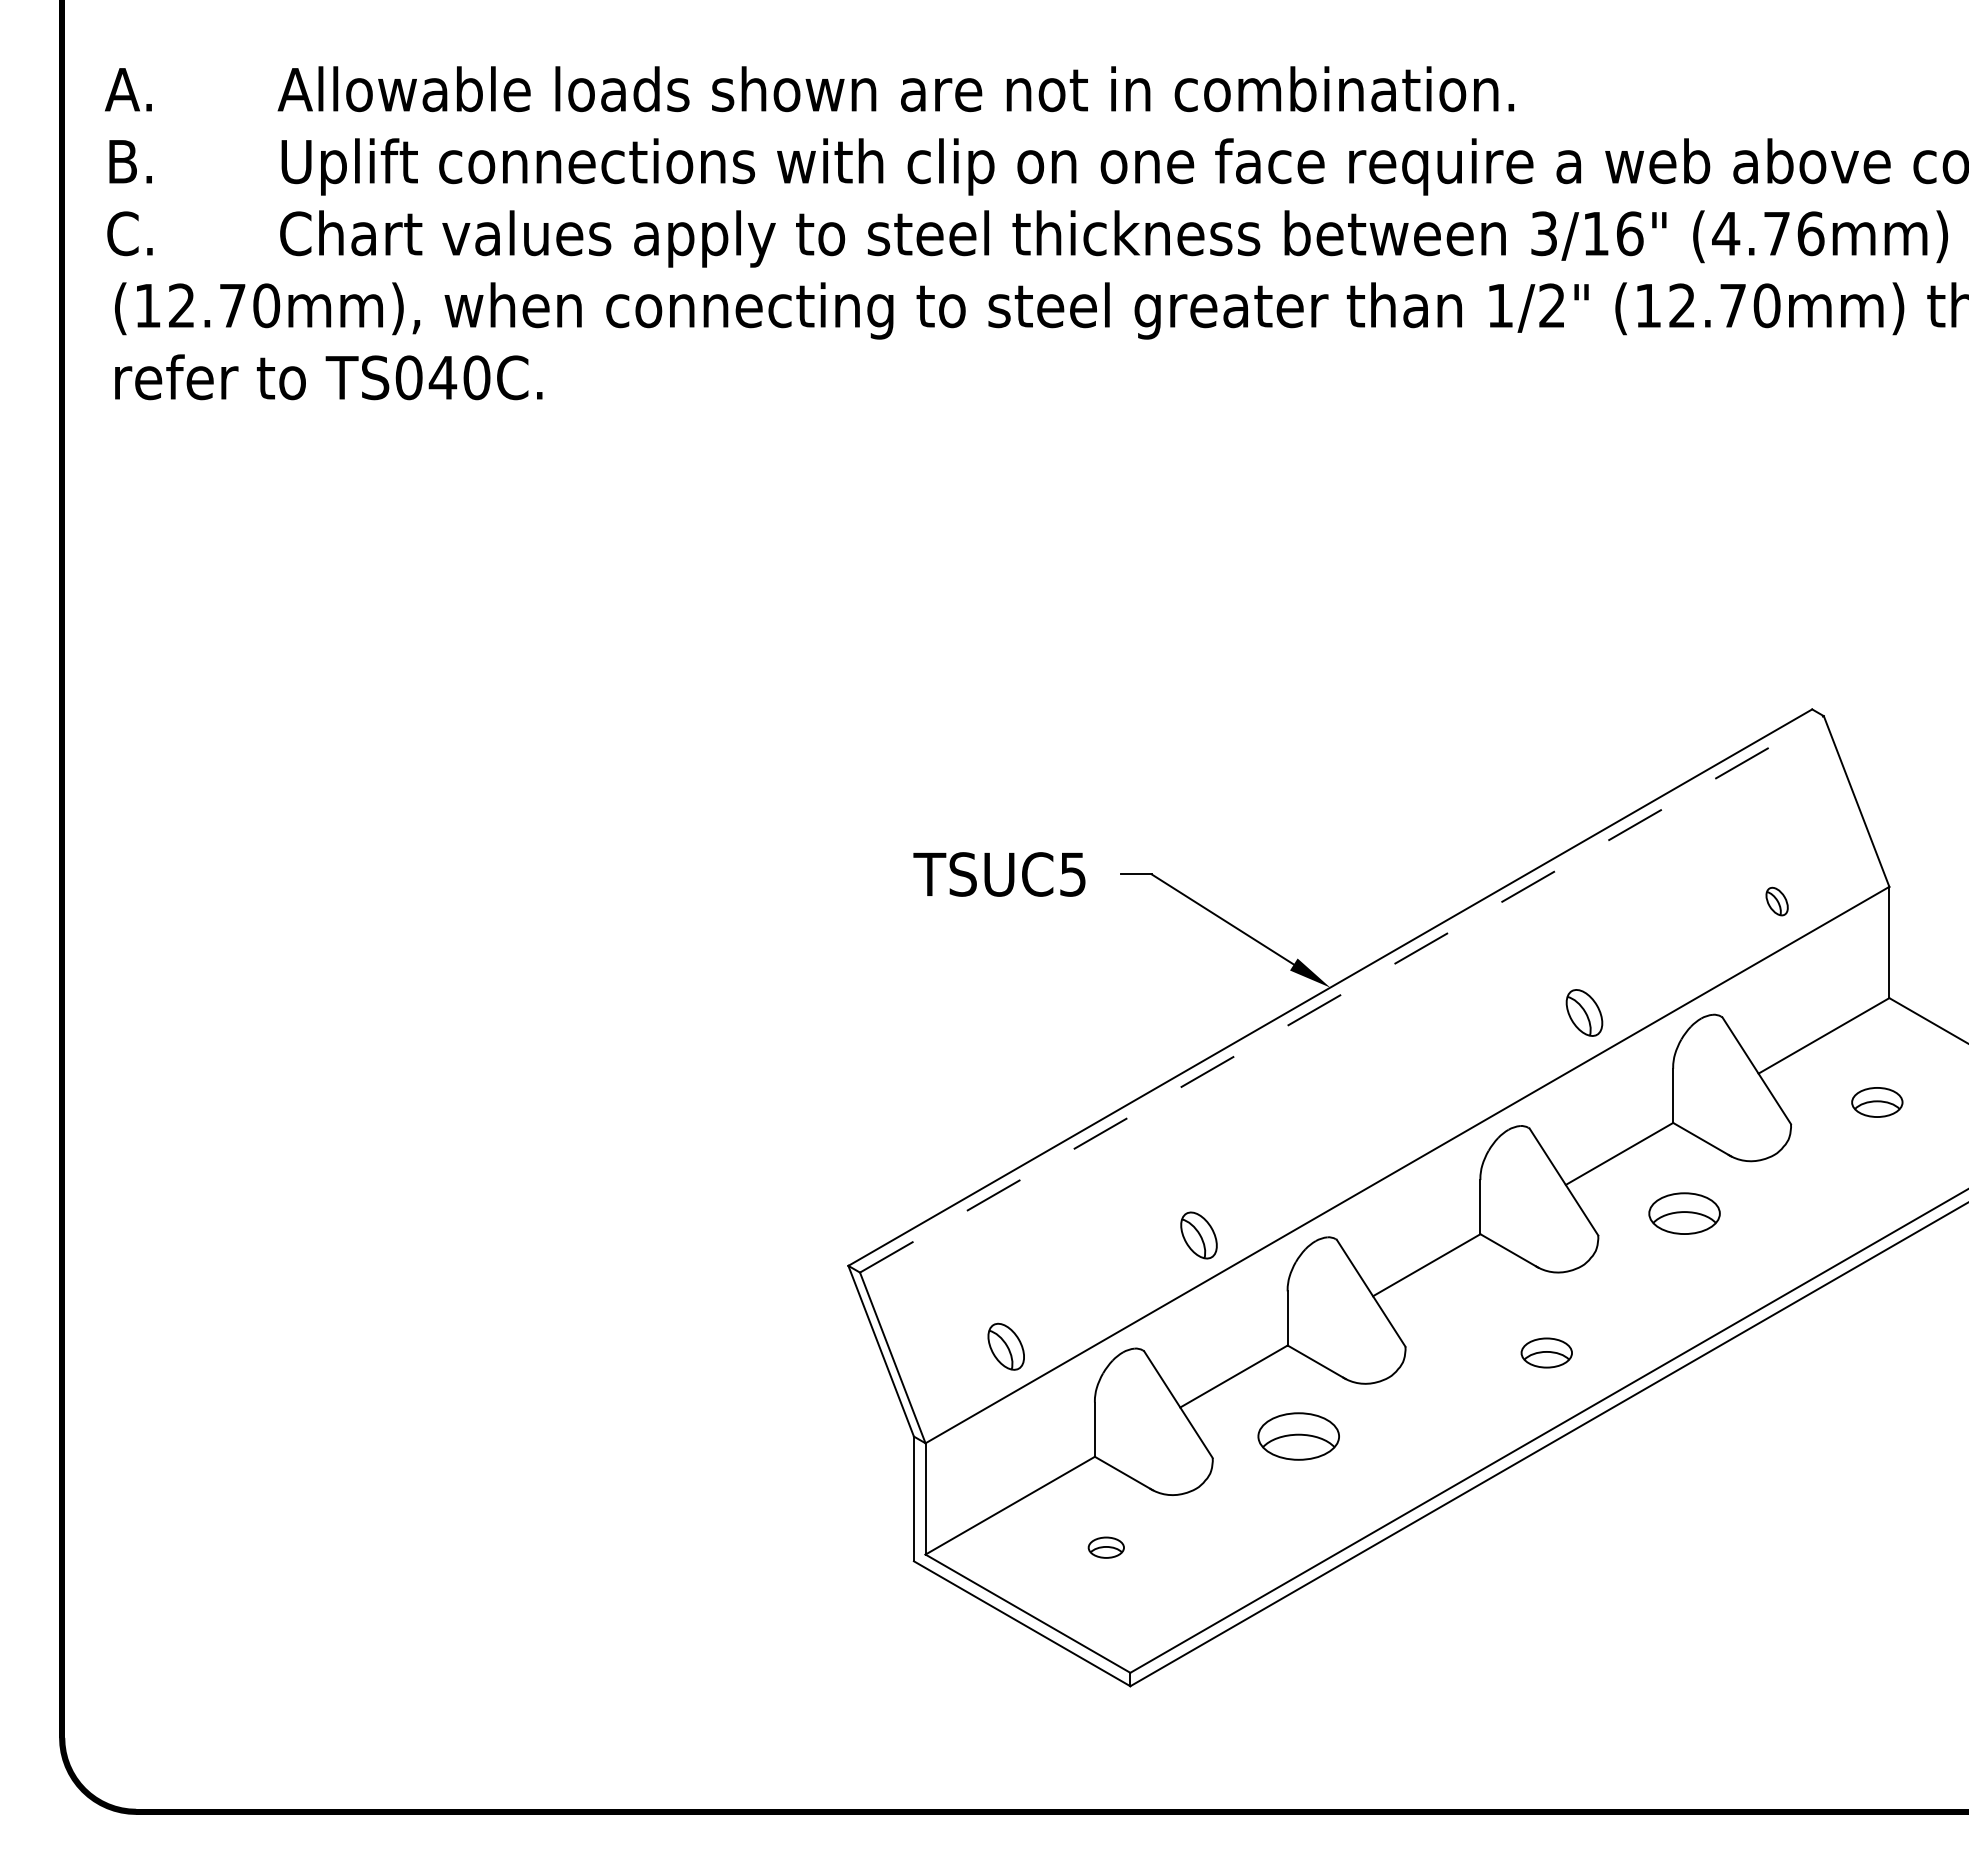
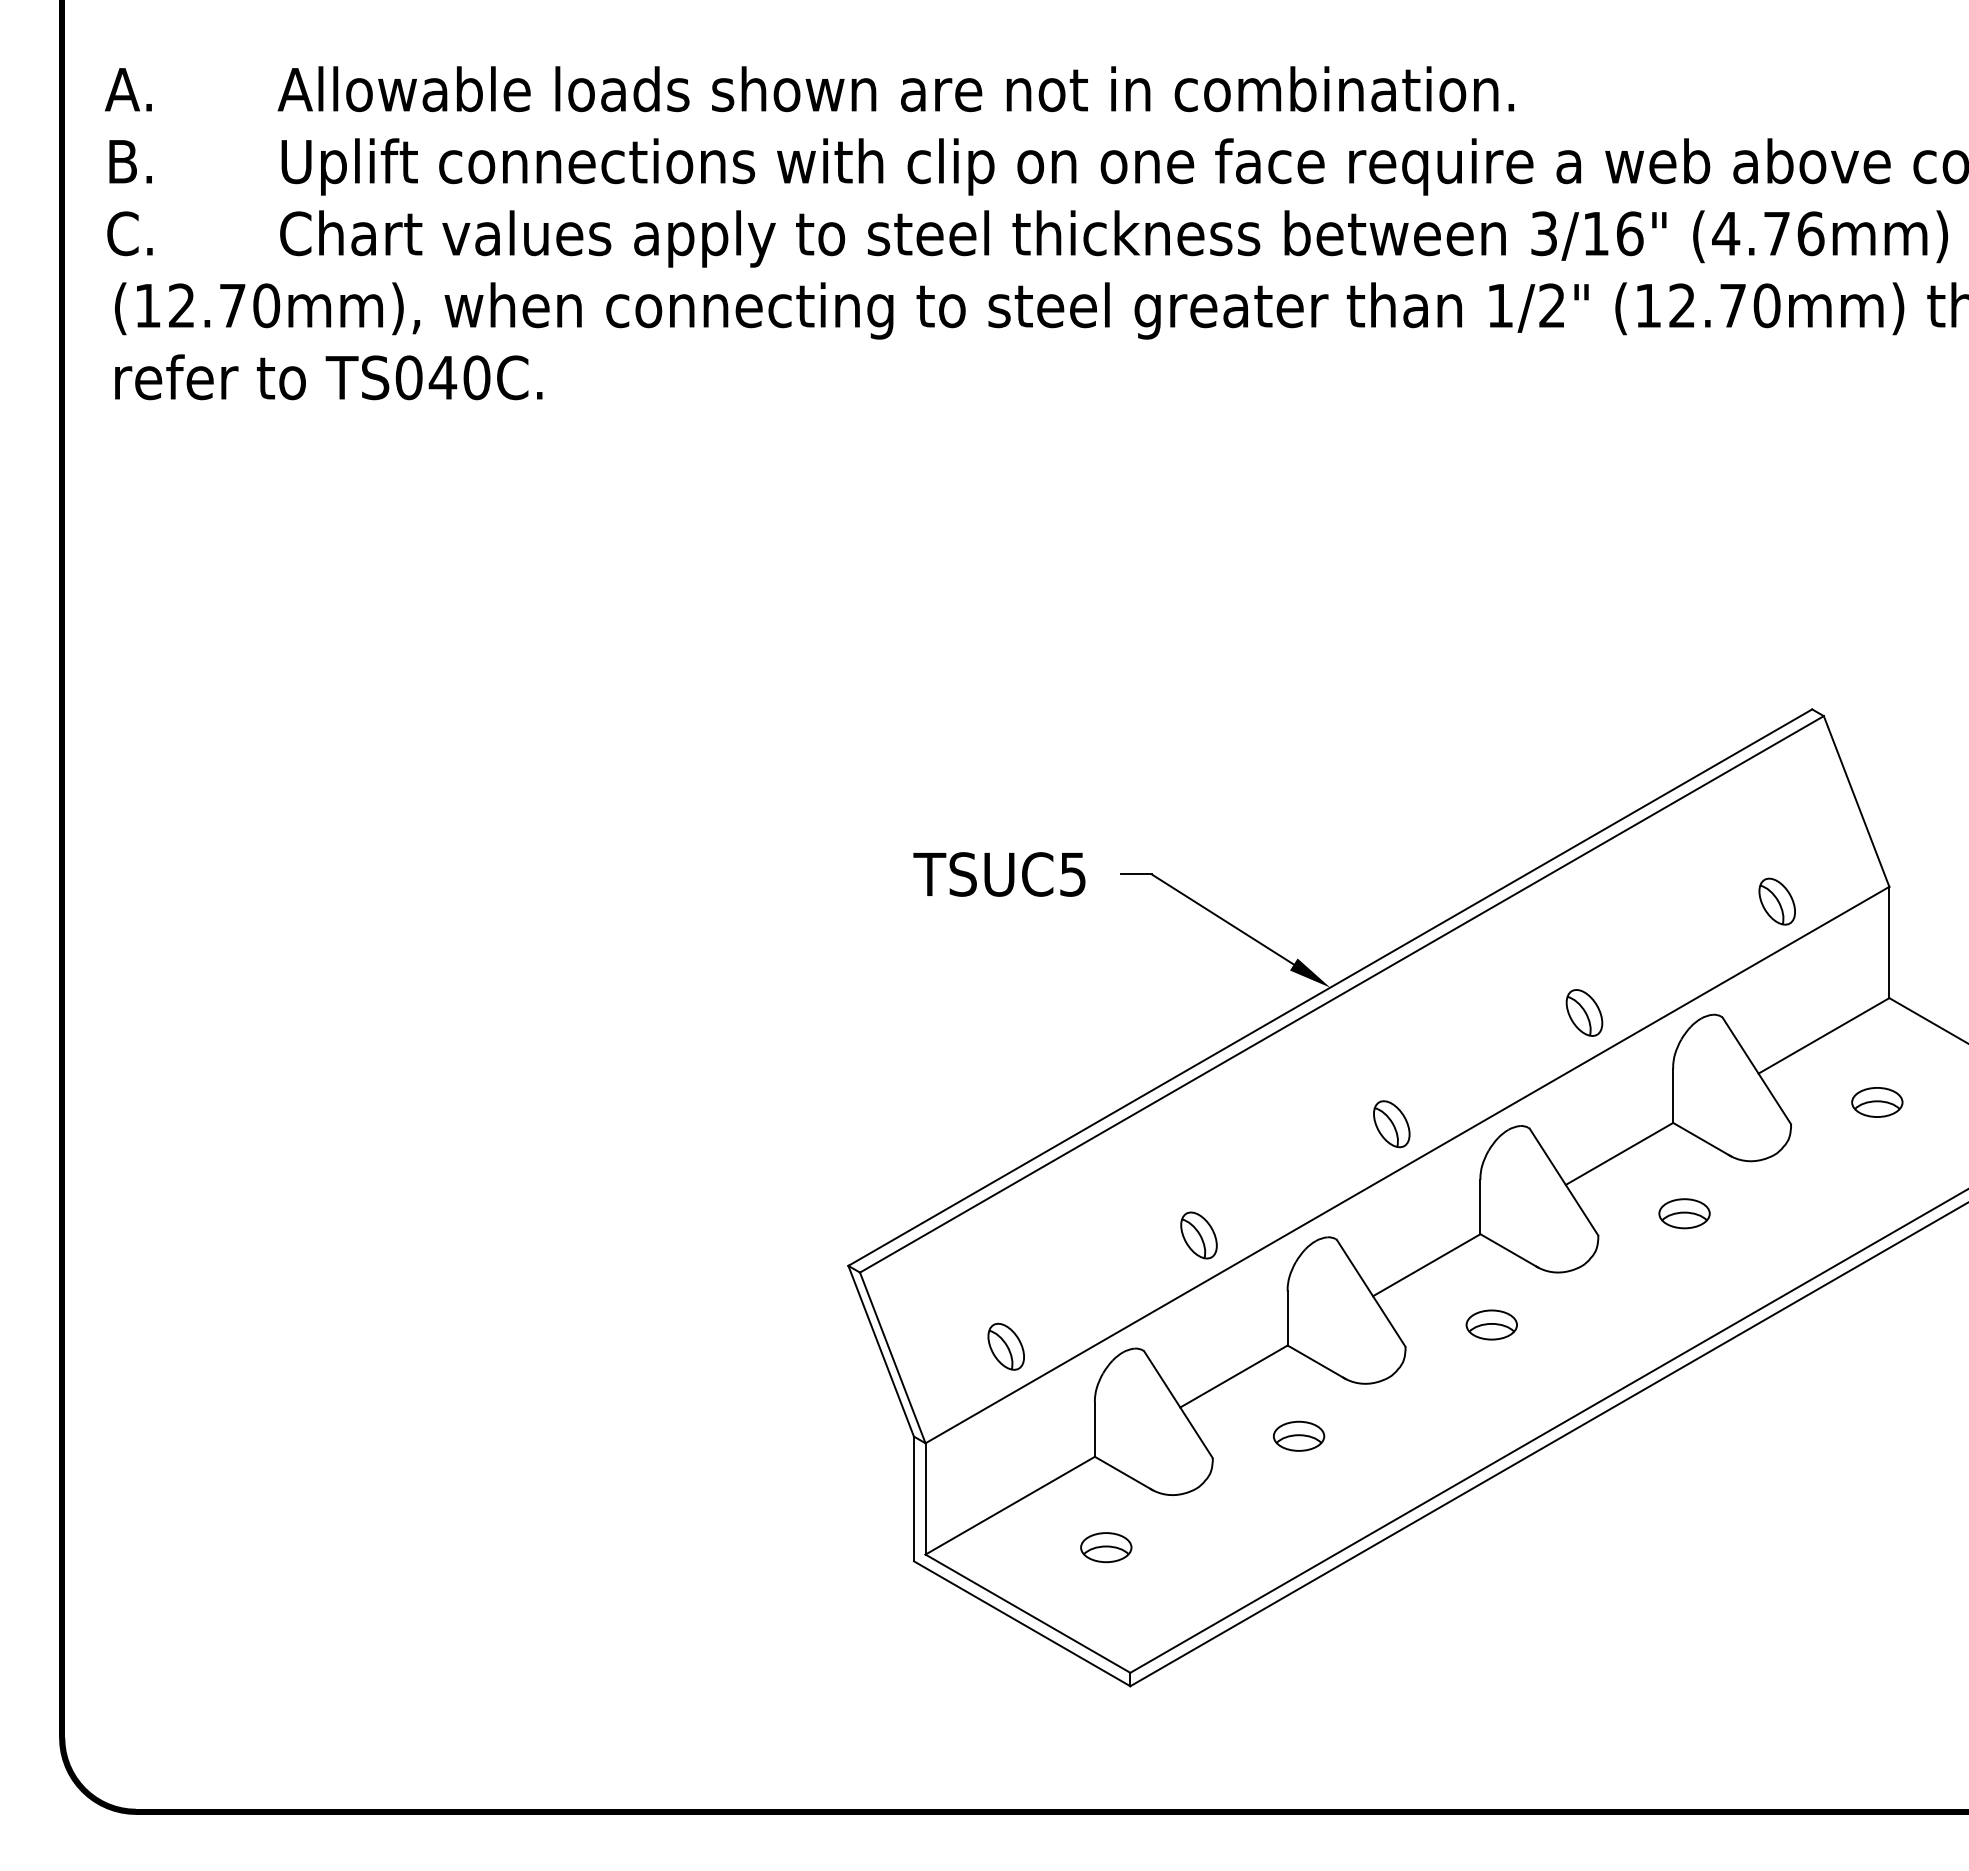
part at (1776, 901) size: 24x31 px -> 38x49 px
line at (1342, 994): dashed -> solid
part at (1391, 1124): none -> present
part at (1684, 1213) size: 73x43 px -> 53x32 px
part at (1546, 1352) position: (1546, 1352) -> (1491, 1324)
part at (1298, 1436) size: 83x49 px -> 53x32 px
part at (1105, 1547) size: 38x23 px -> 53x32 px
